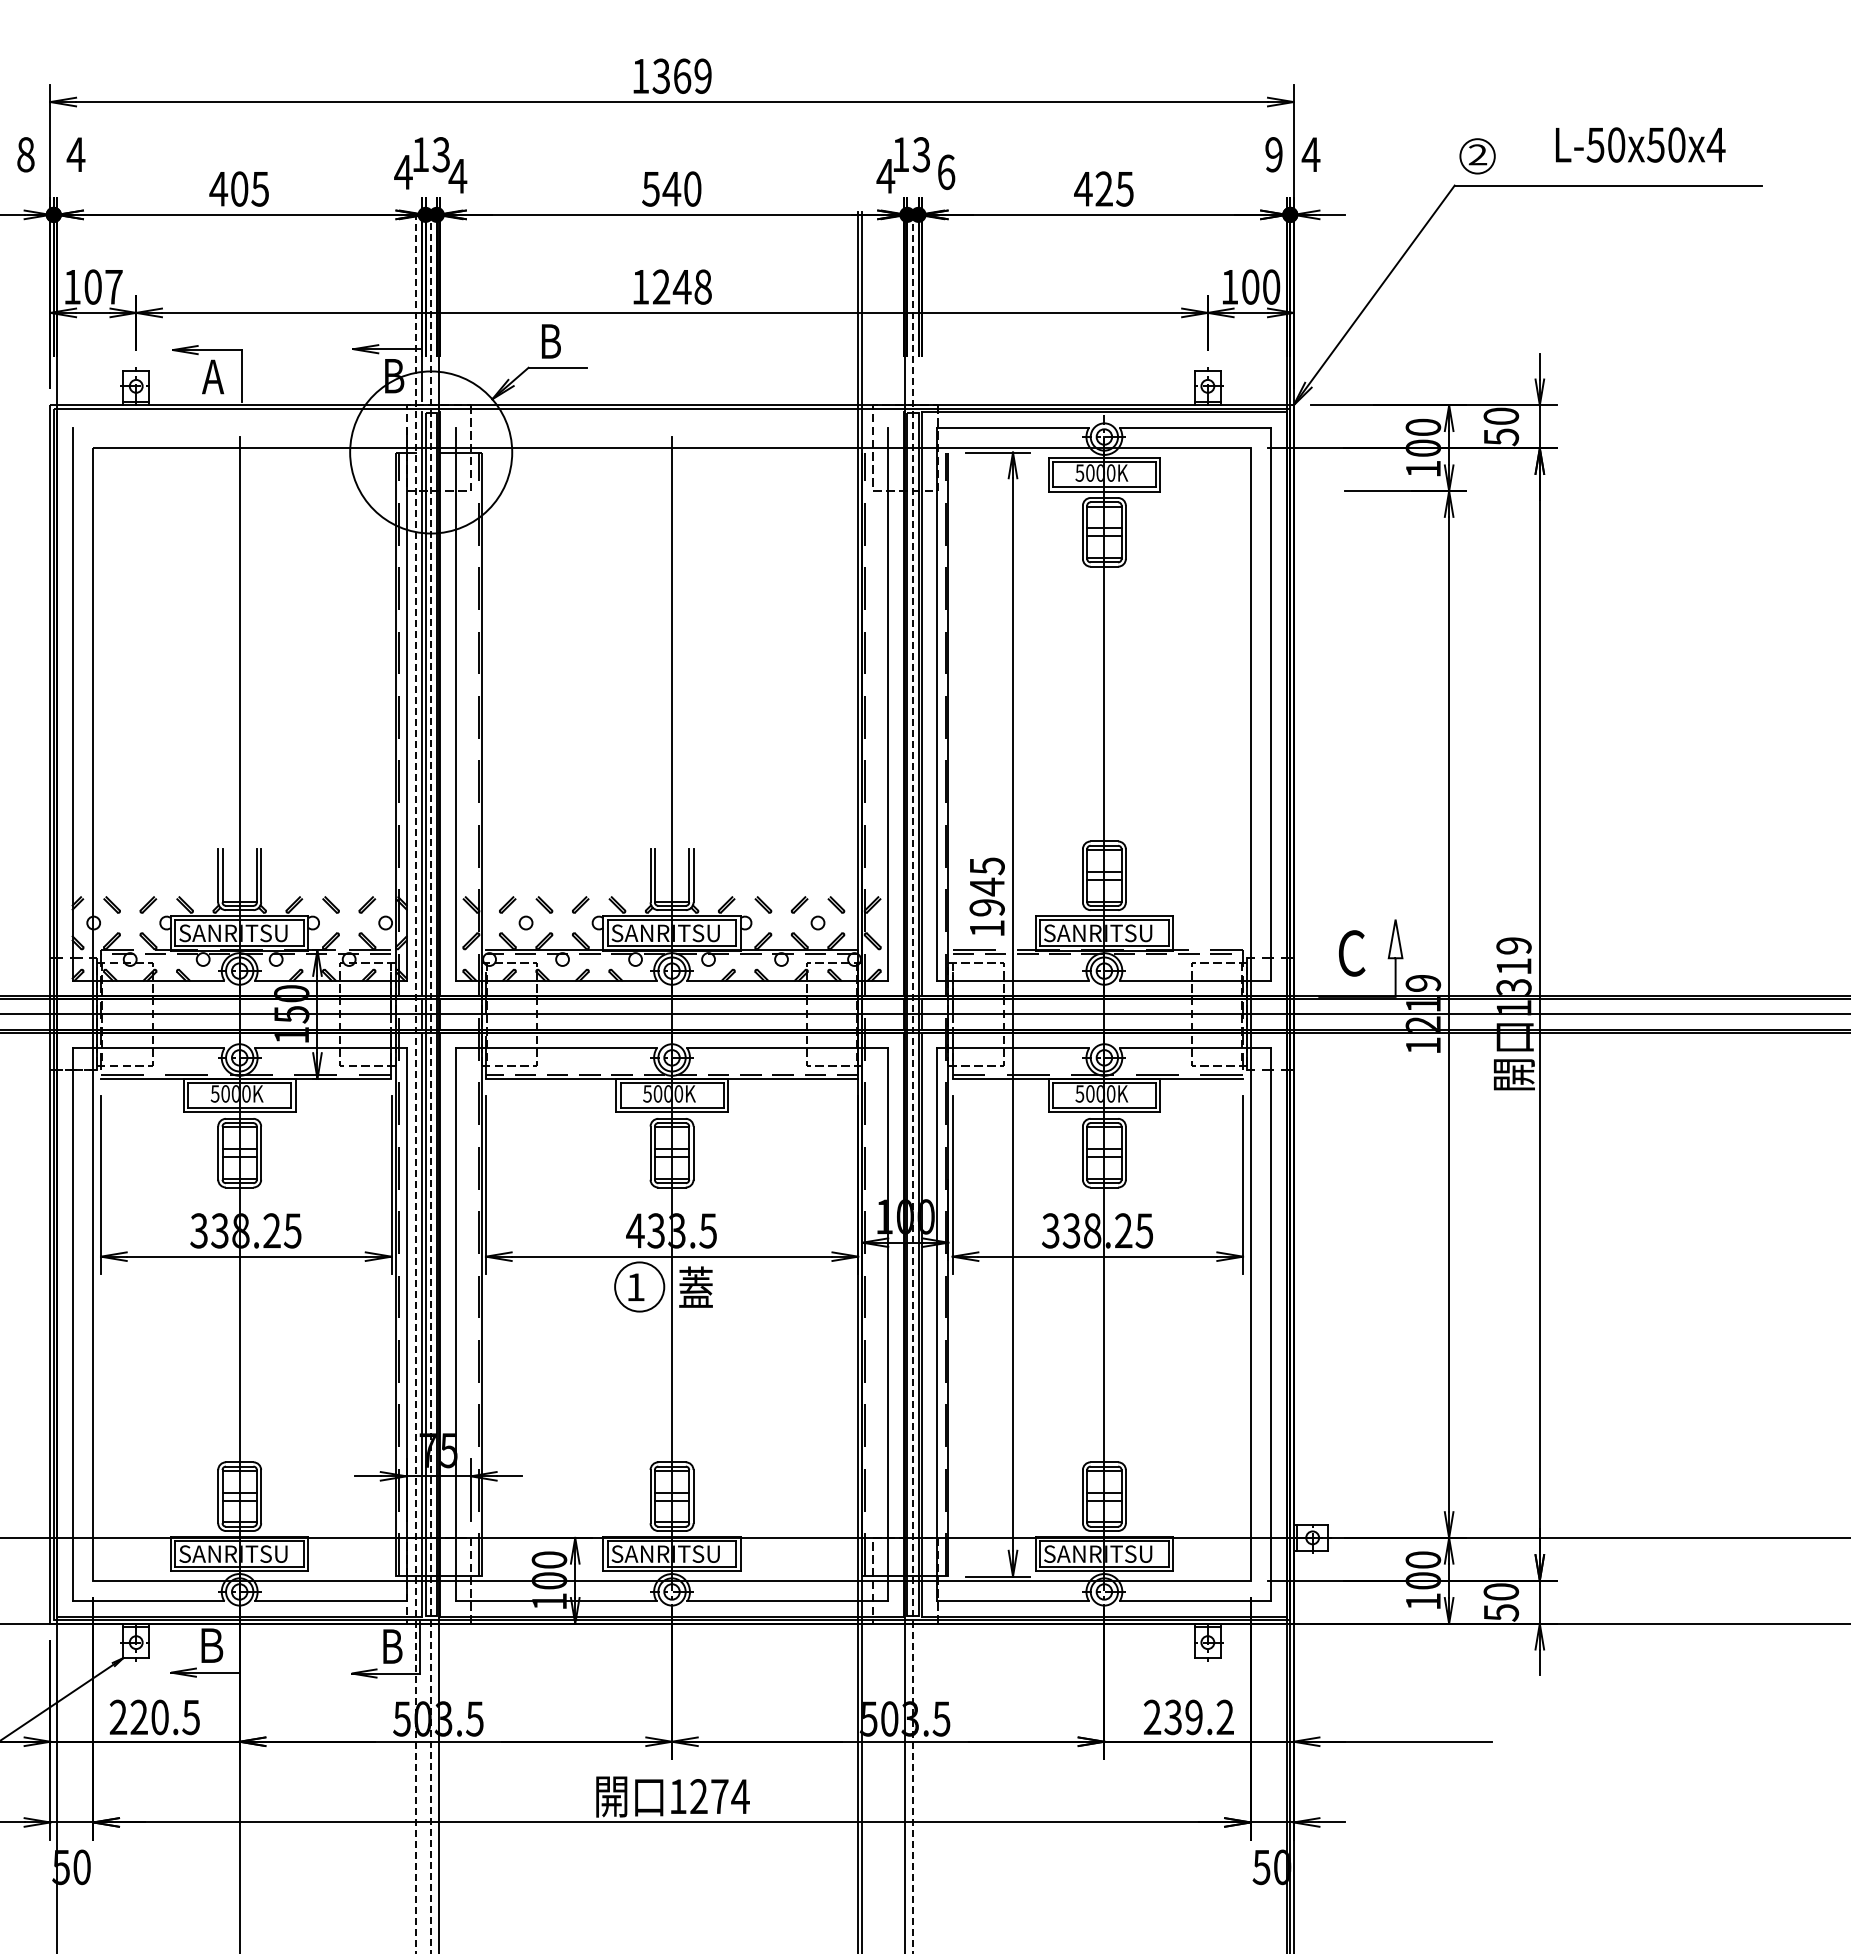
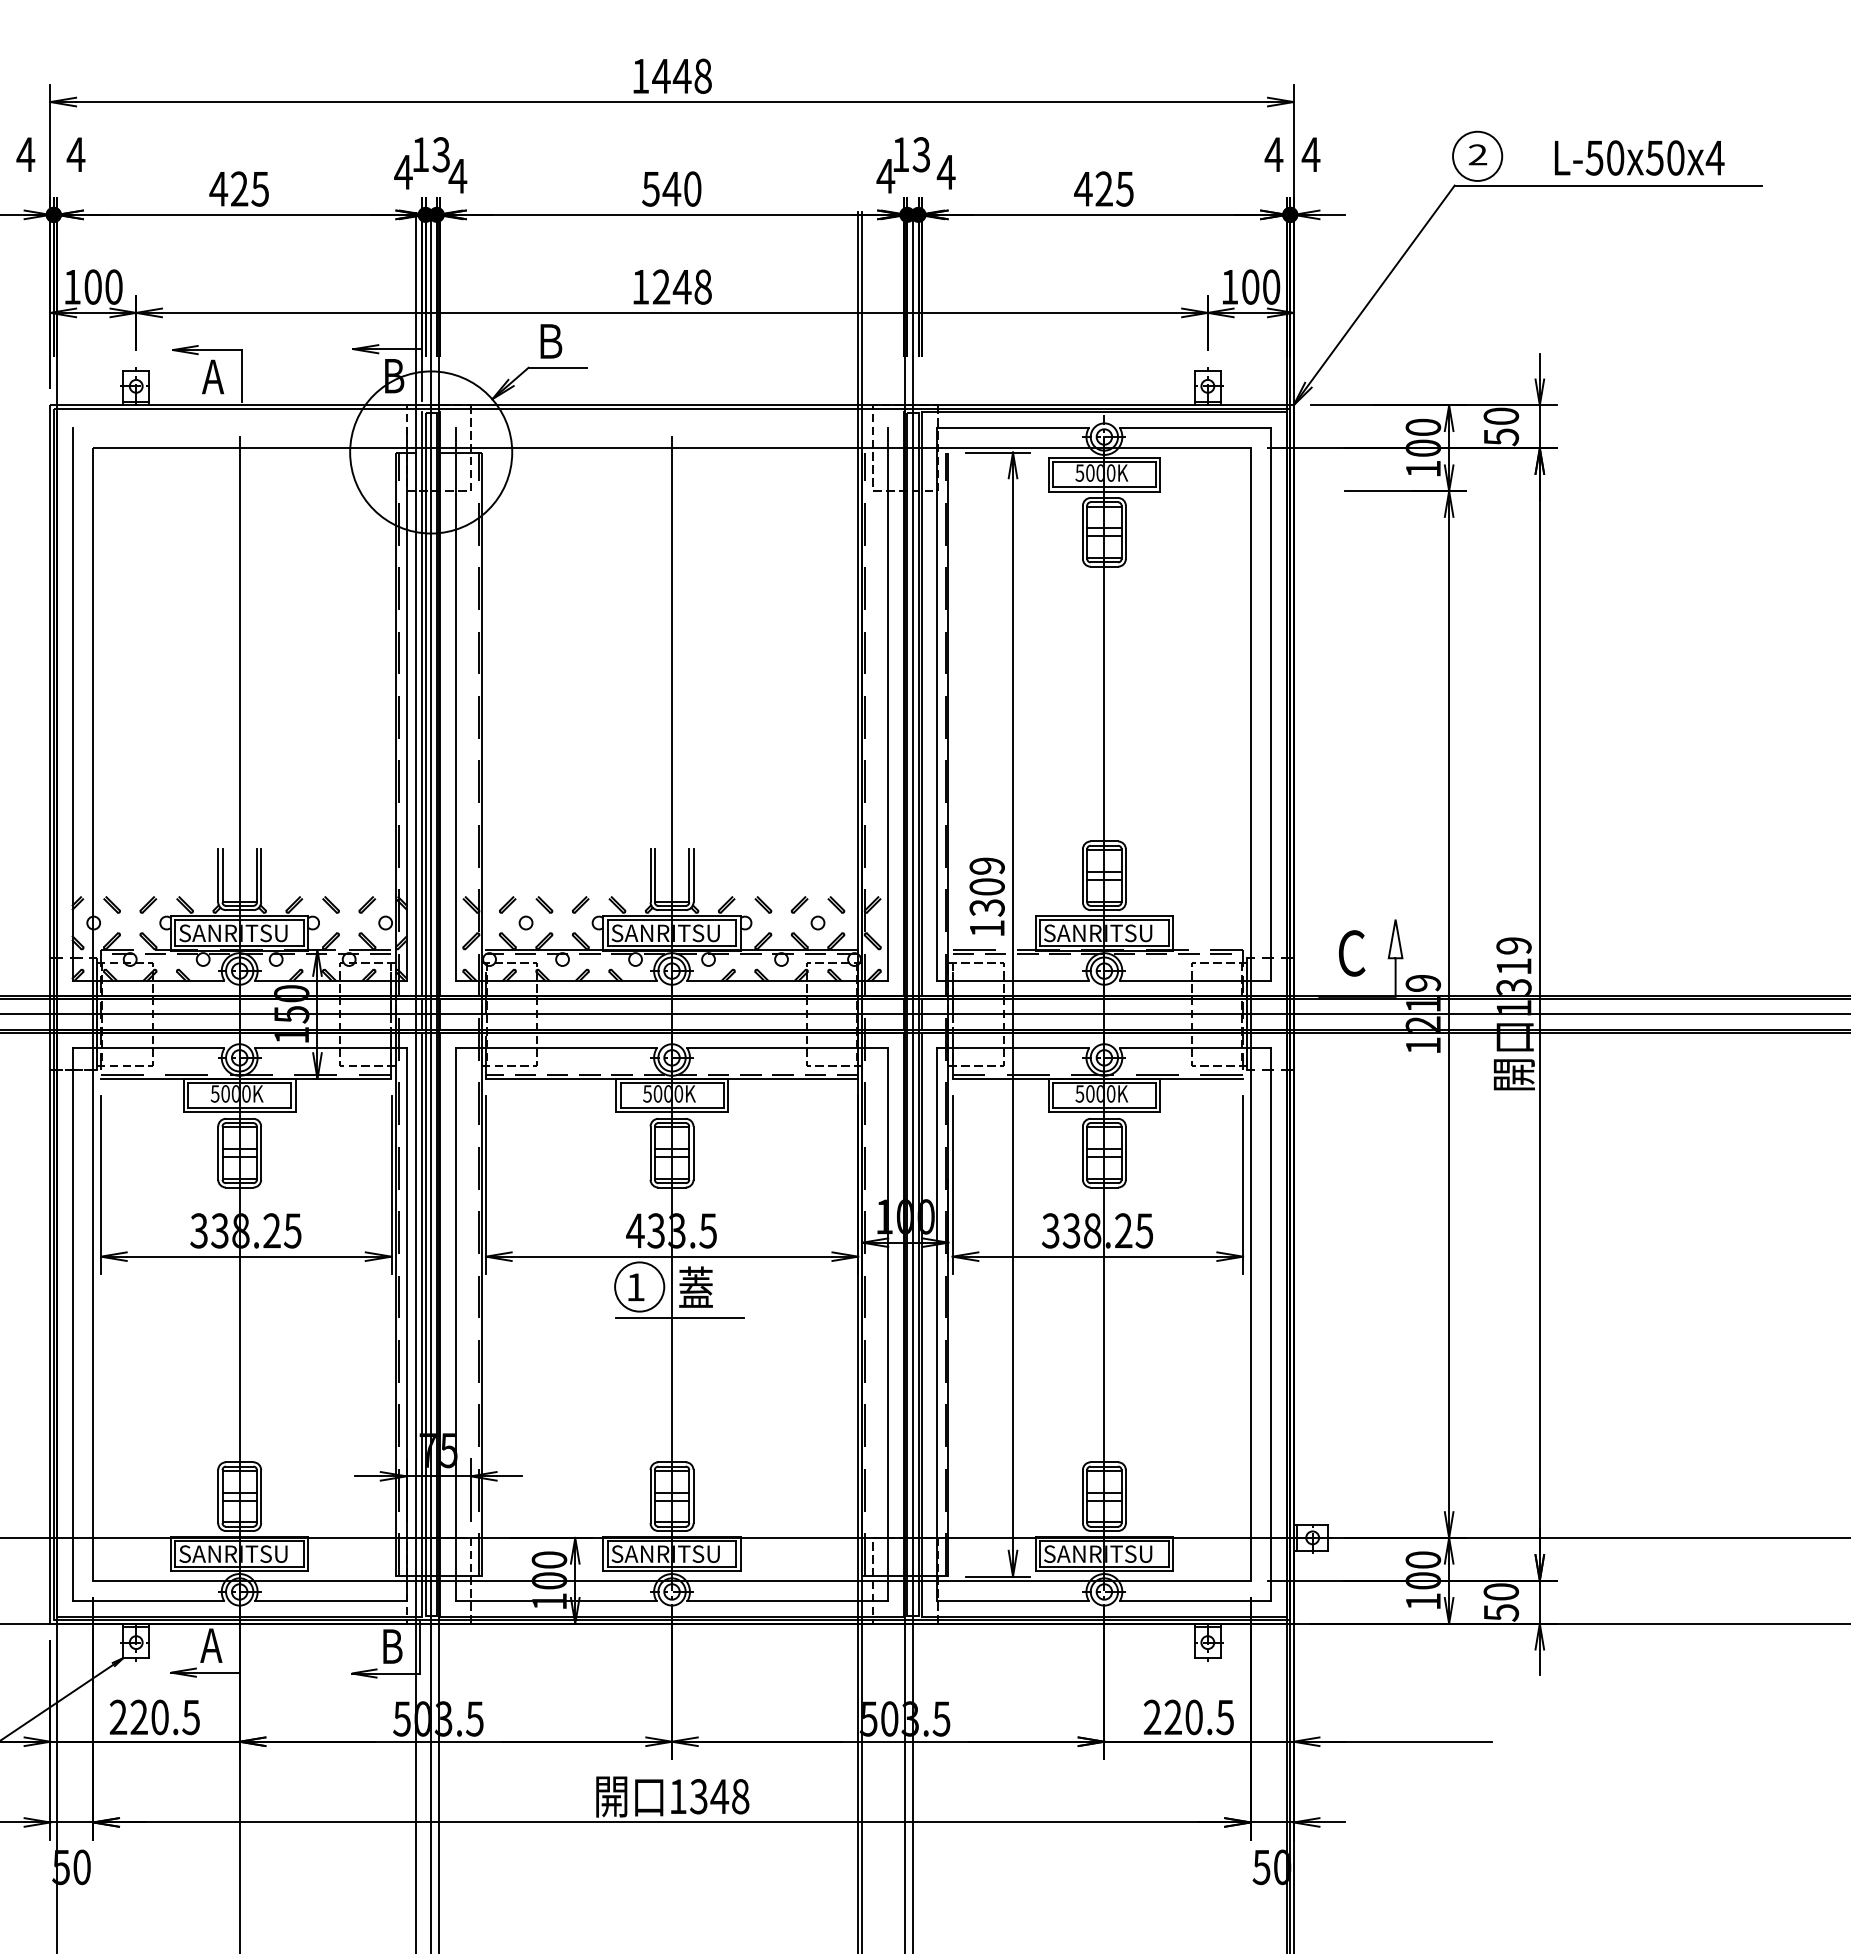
text at (681, 75): 1369 -> 1448
text at (1640, 144) position: (1640, 144) -> (1639, 157)
text at (25, 154): 8 -> 4
text at (1273, 154): 9 -> 4
circle at (1477, 156) diameter: 34 px -> 49 px
text at (945, 172): 6 -> 4
text at (239, 188): 405 -> 425
text at (113, 286): 107 -> 100
text at (551, 341): B -> Ｂ
text at (986, 886): 1945 -> 1309
line at (431, 1082): dashed -> solid
line at (416, 1083): dashed -> solid
line at (912, 1083): dashed -> solid
line at (679, 1318): none -> present
text at (211, 1645): Ｂ -> A
text at (1198, 1717): 239.2 -> 220.5
text at (719, 1796): 1274 -> 1348
